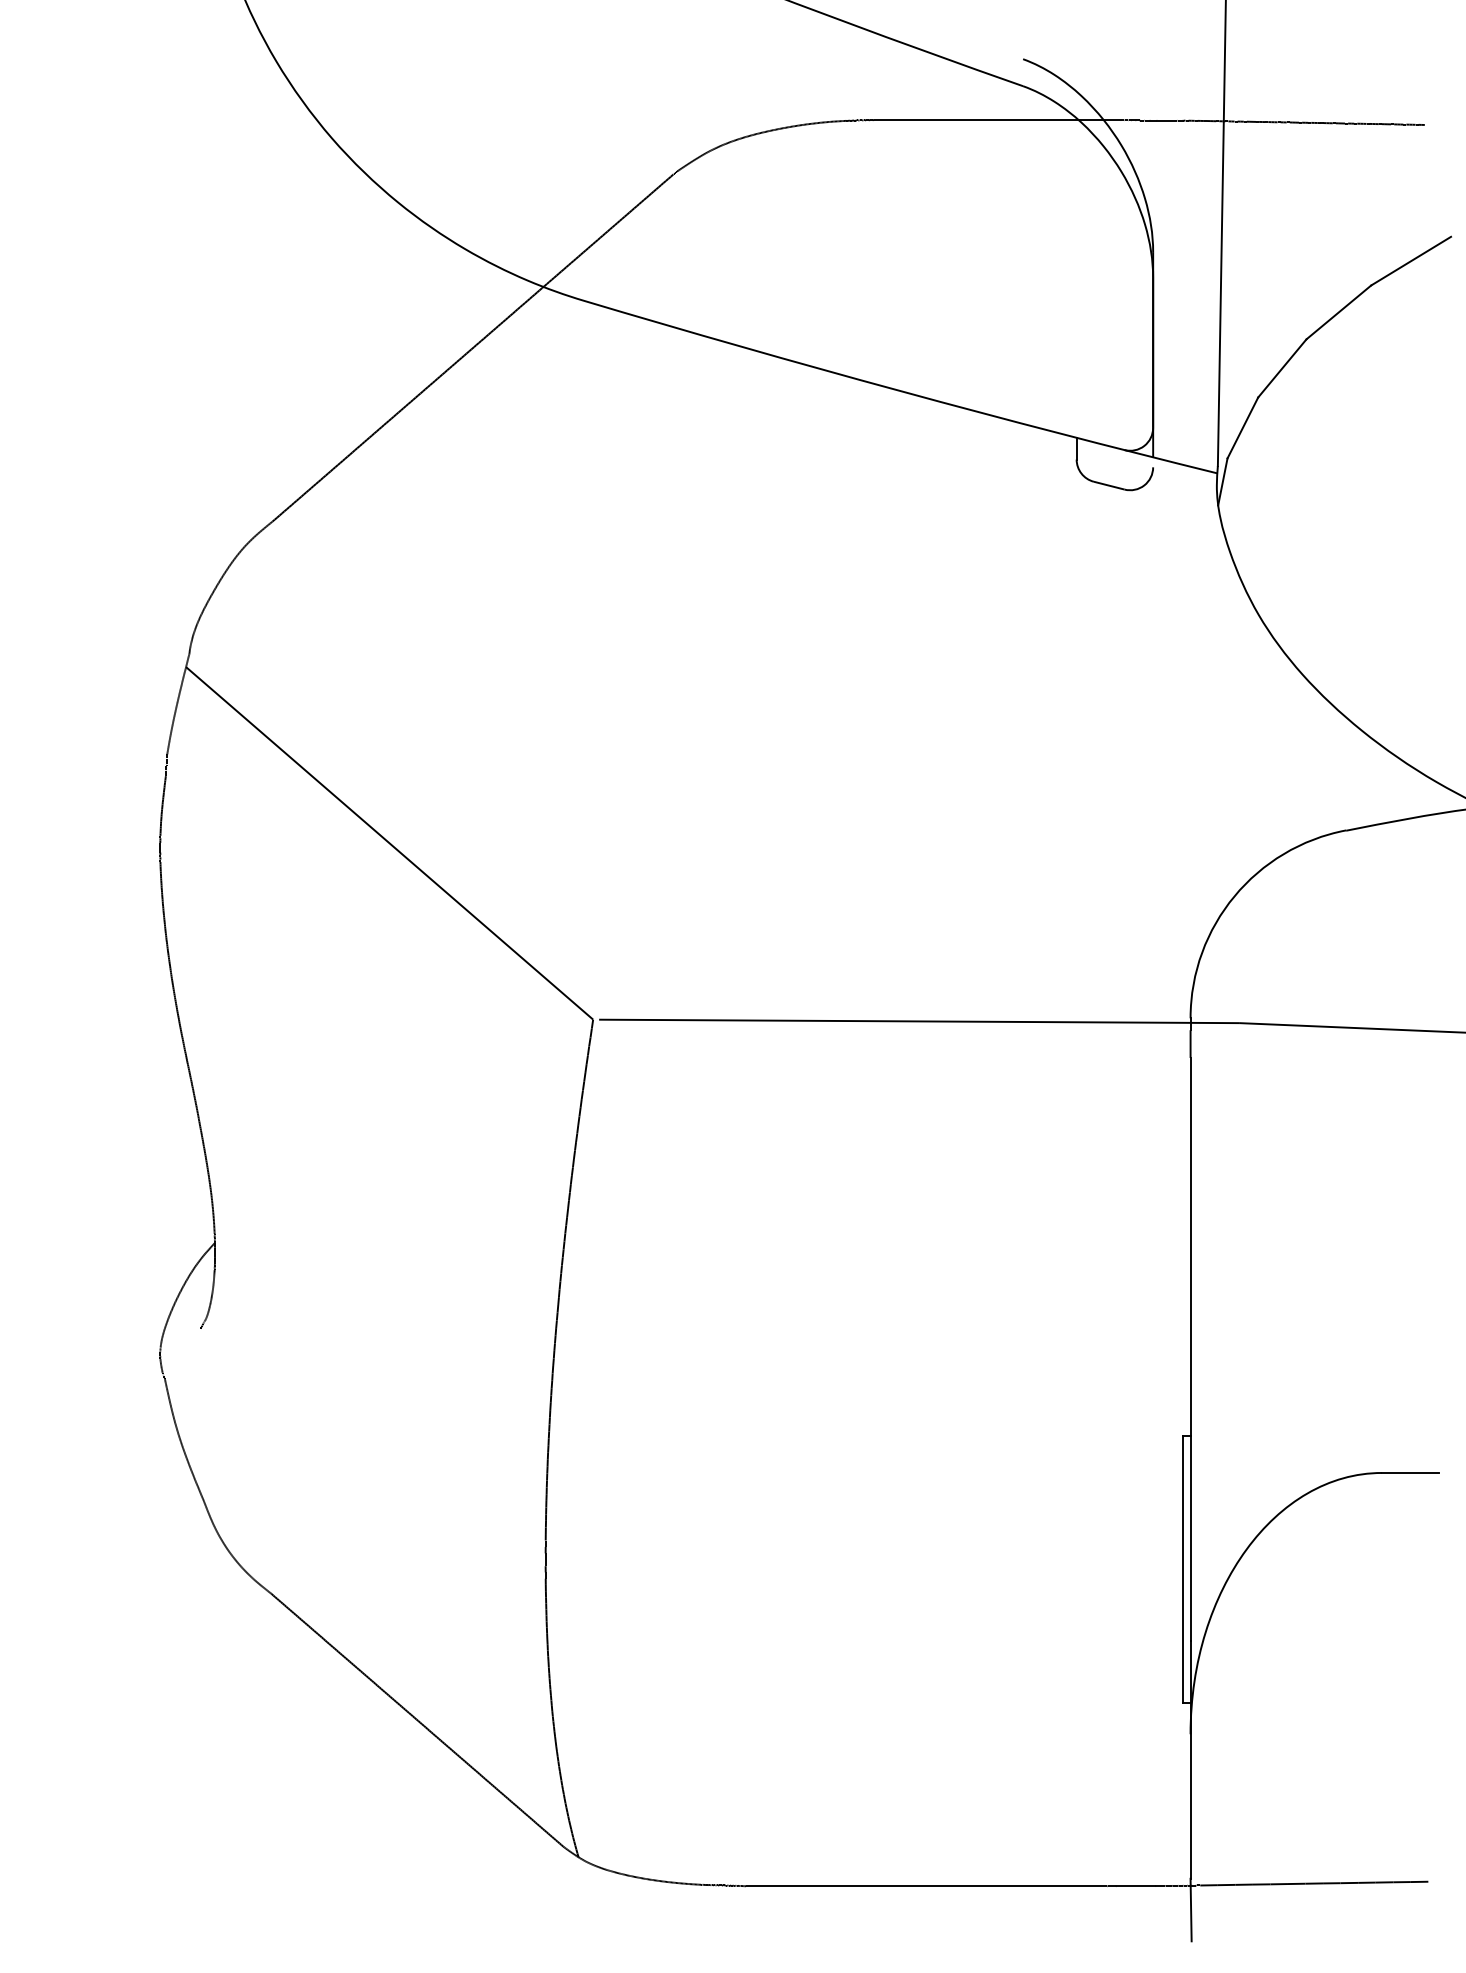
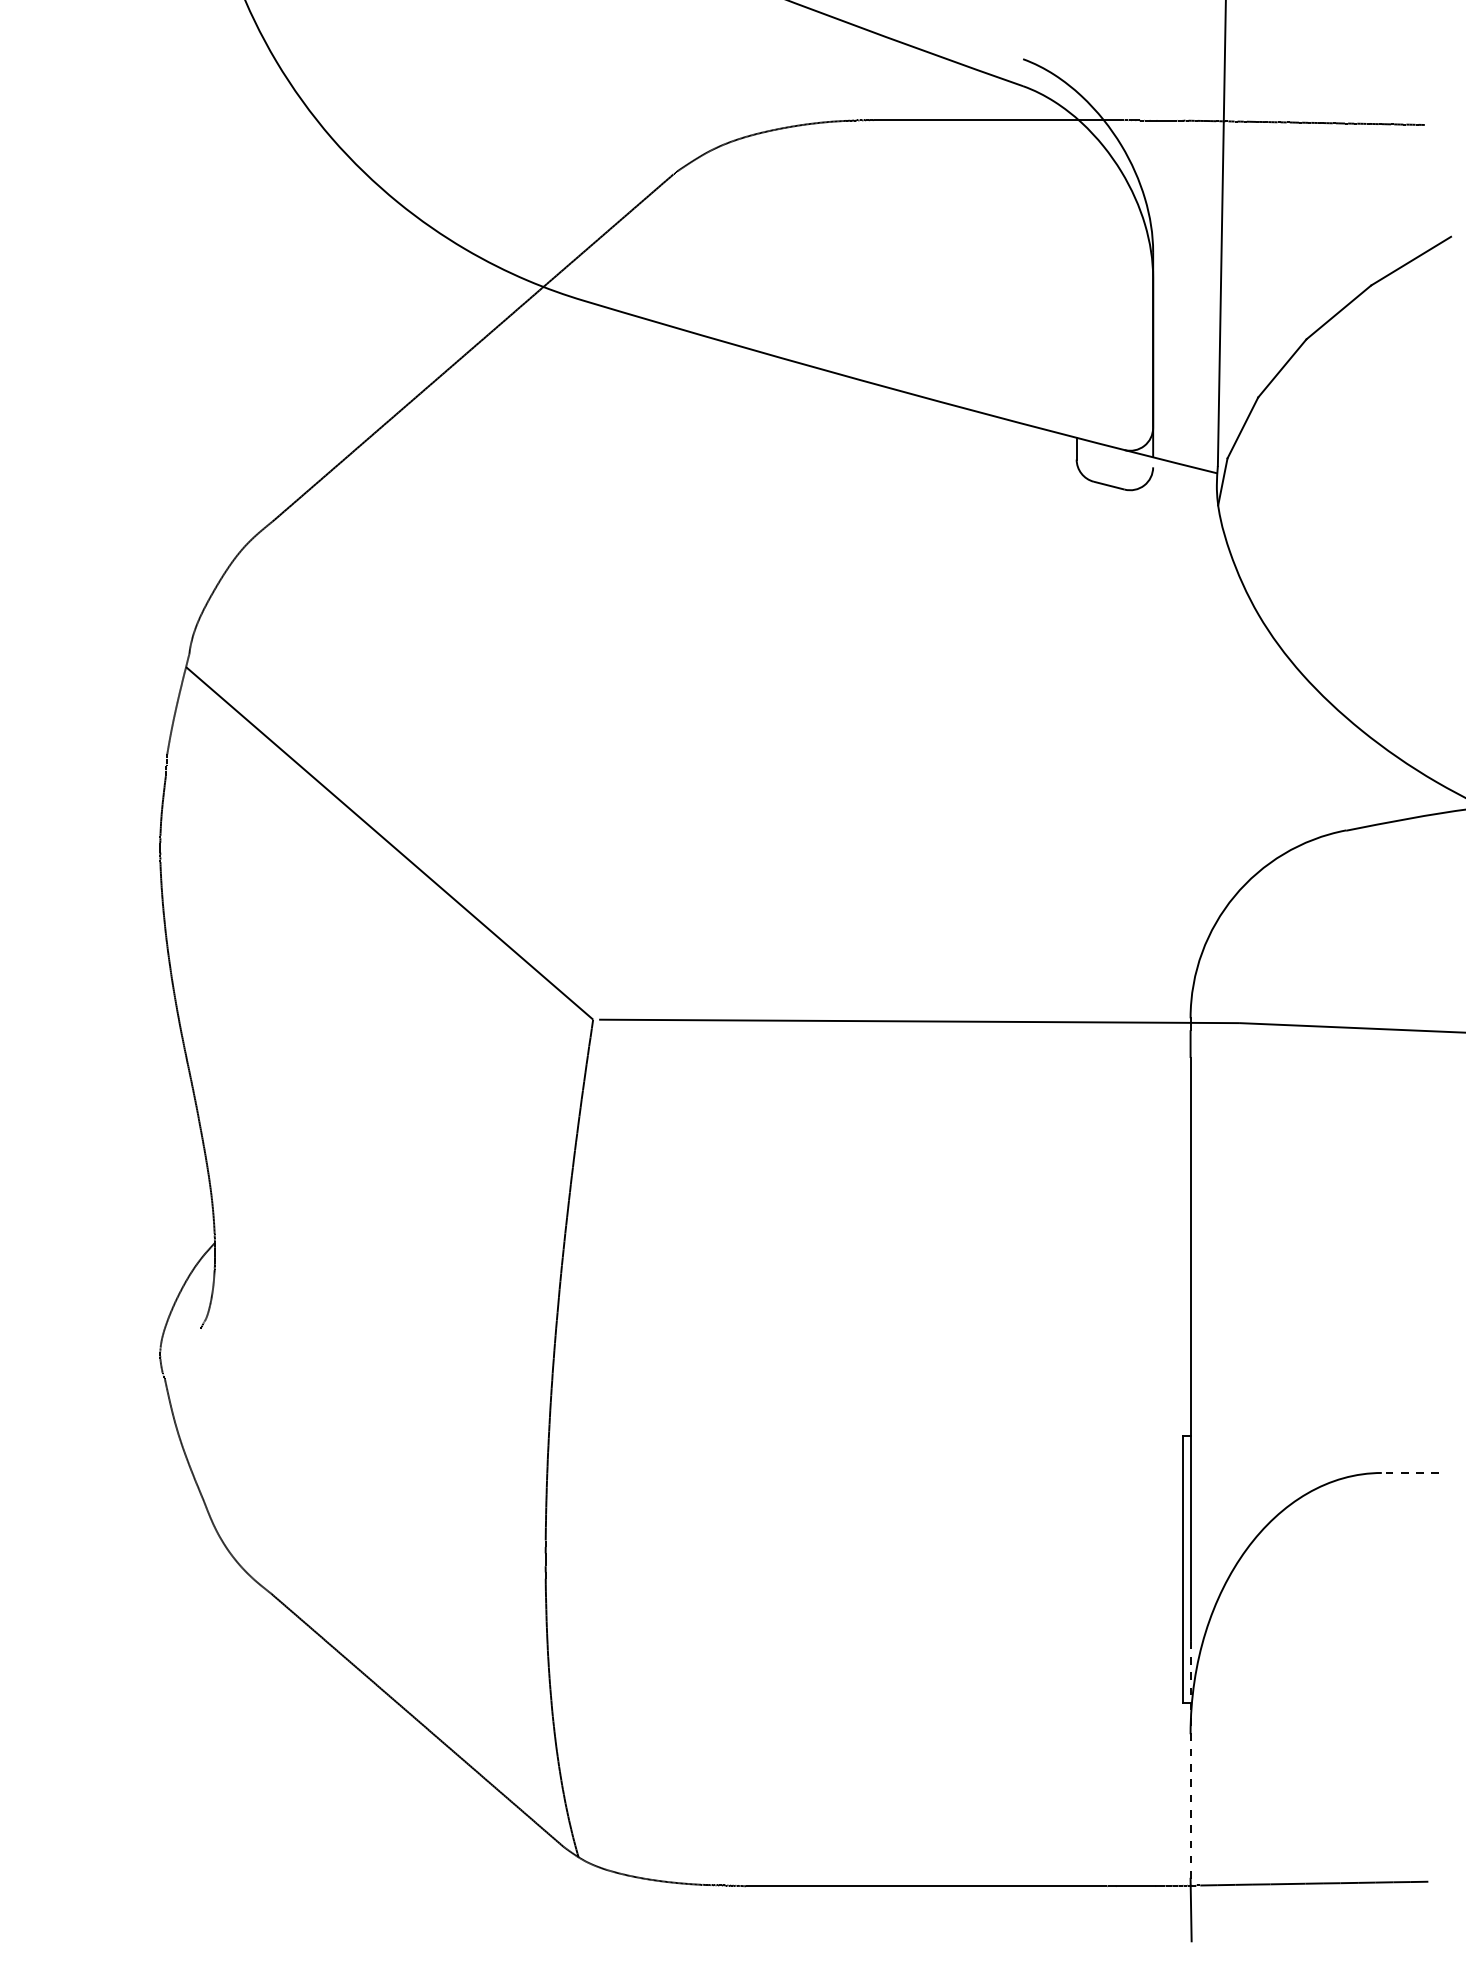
line at (1410, 1472): solid -> dashed
line at (1190, 1759): solid -> dashed
